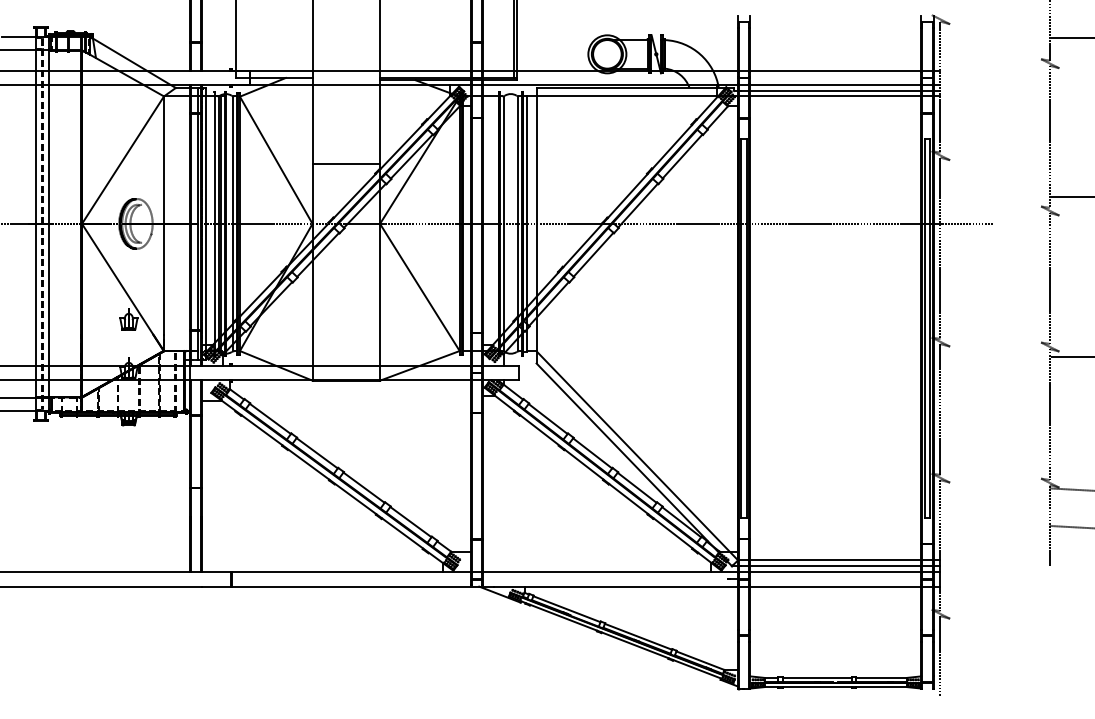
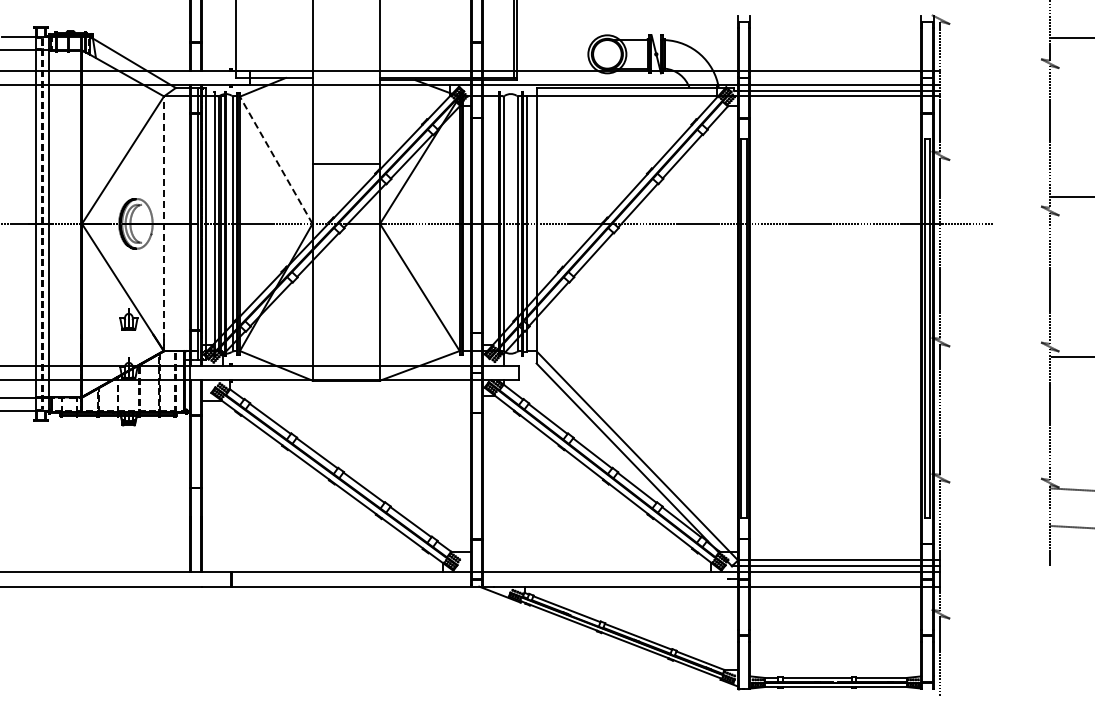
line at (276, 159): solid -> dashed
line at (164, 223): solid -> dashed
